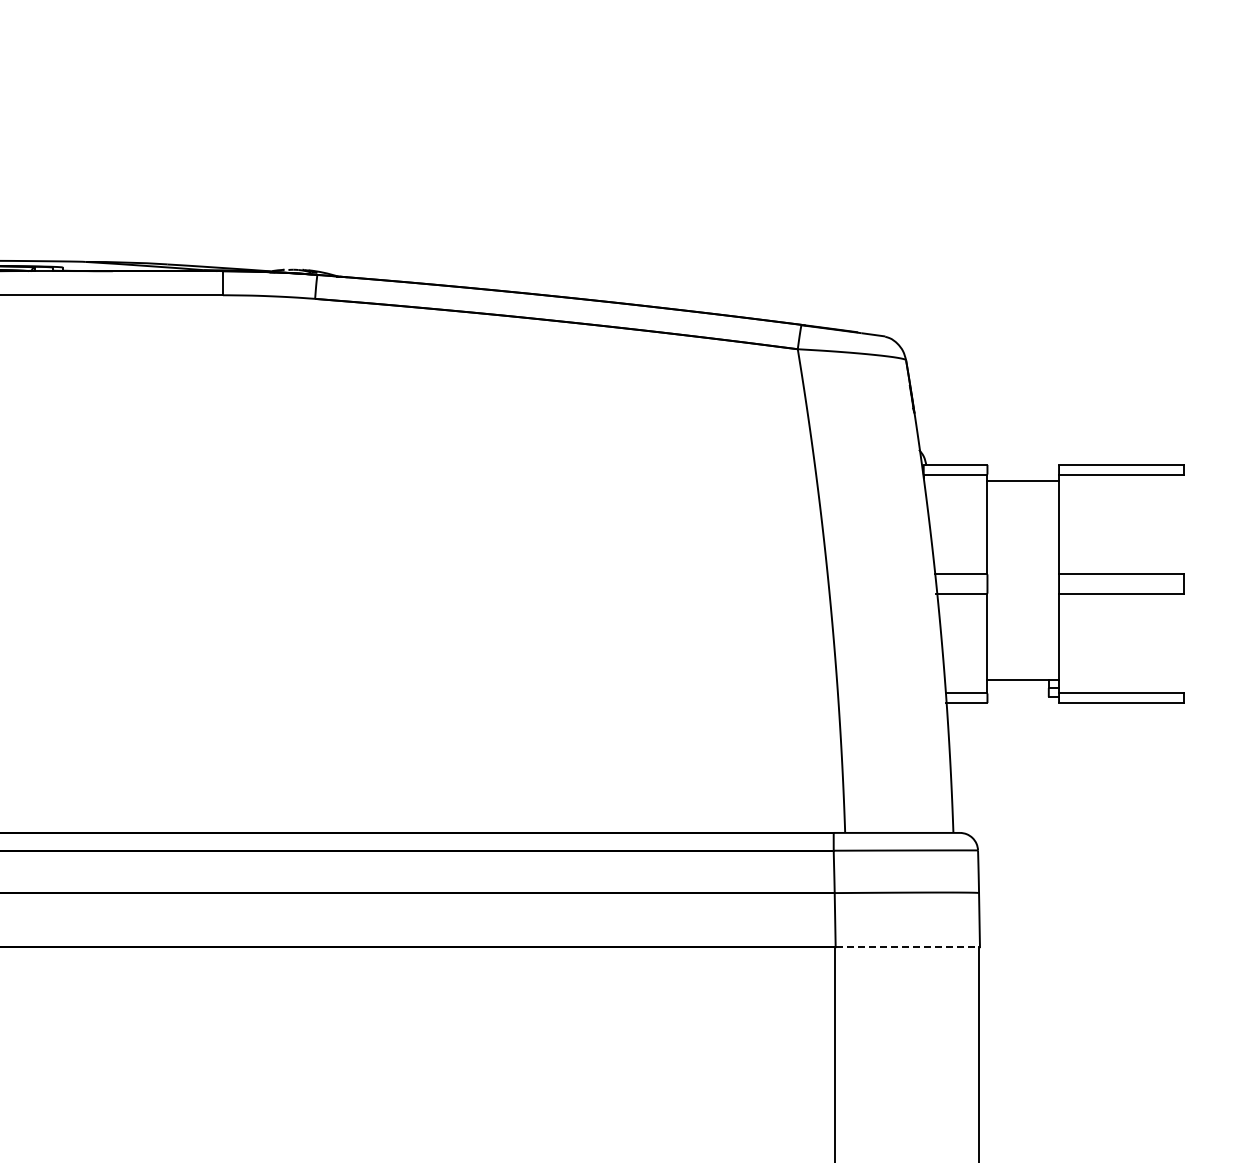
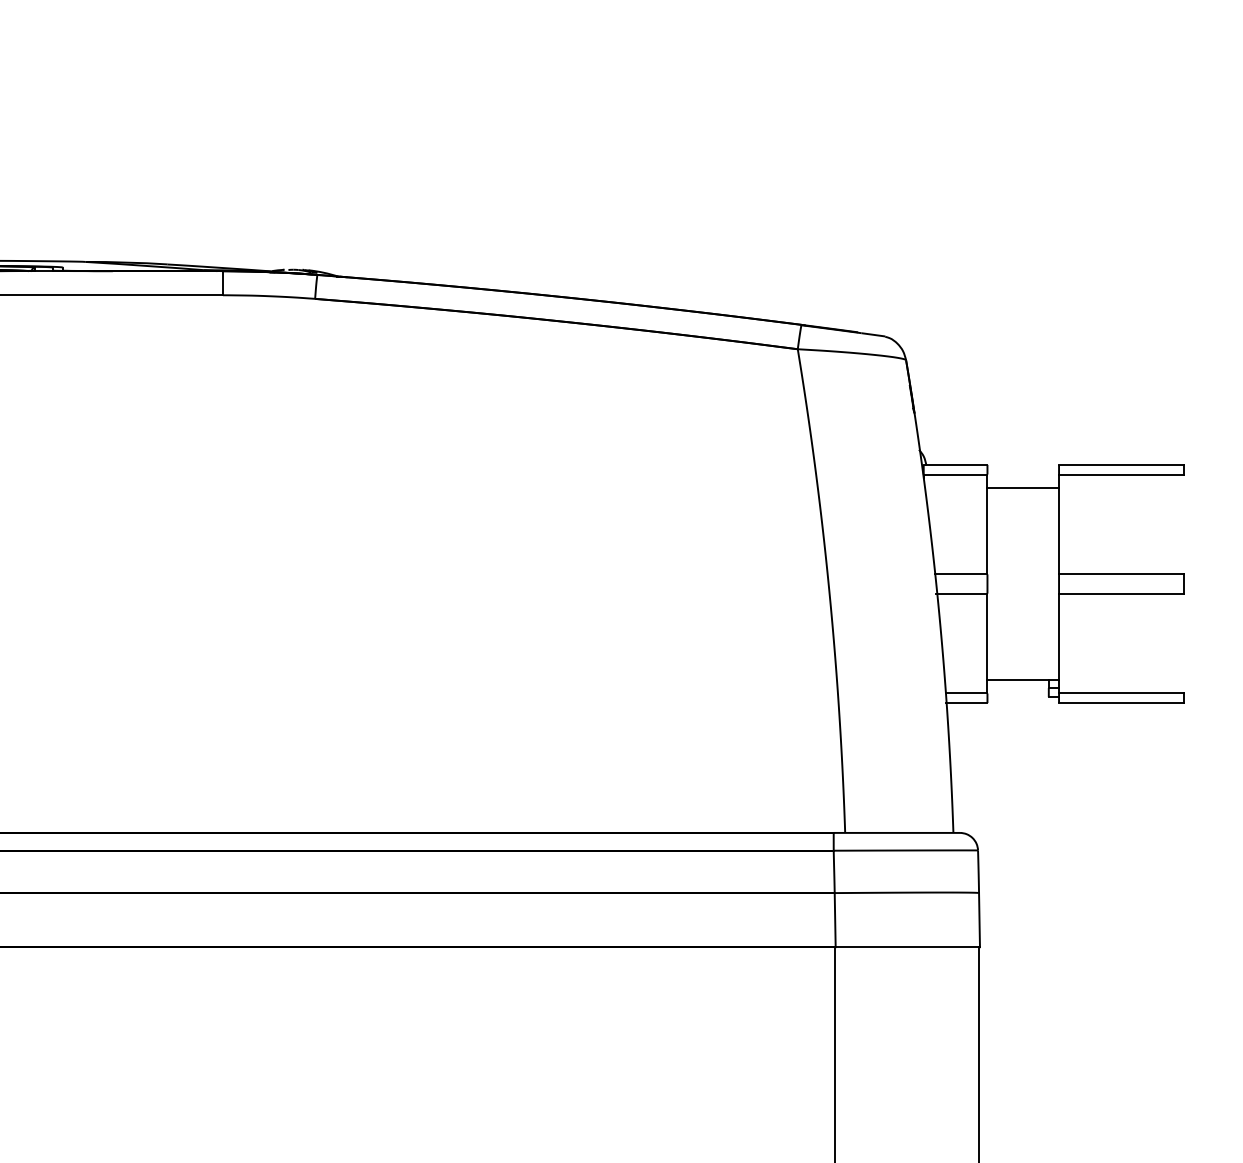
line at (1023, 480) position: (1023, 480) -> (1023, 487)
line at (908, 947): dashed -> solid
